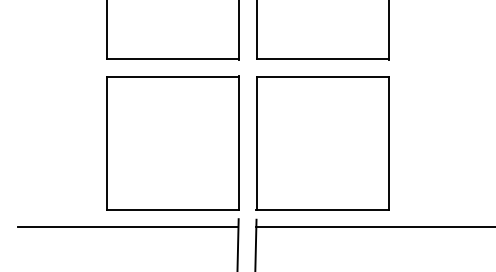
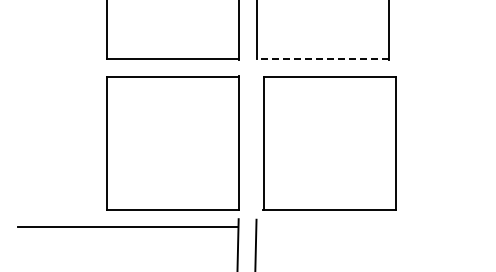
line at (322, 59): solid -> dashed
part at (322, 143) position: (322, 143) -> (329, 143)
line at (374, 227): present -> none
